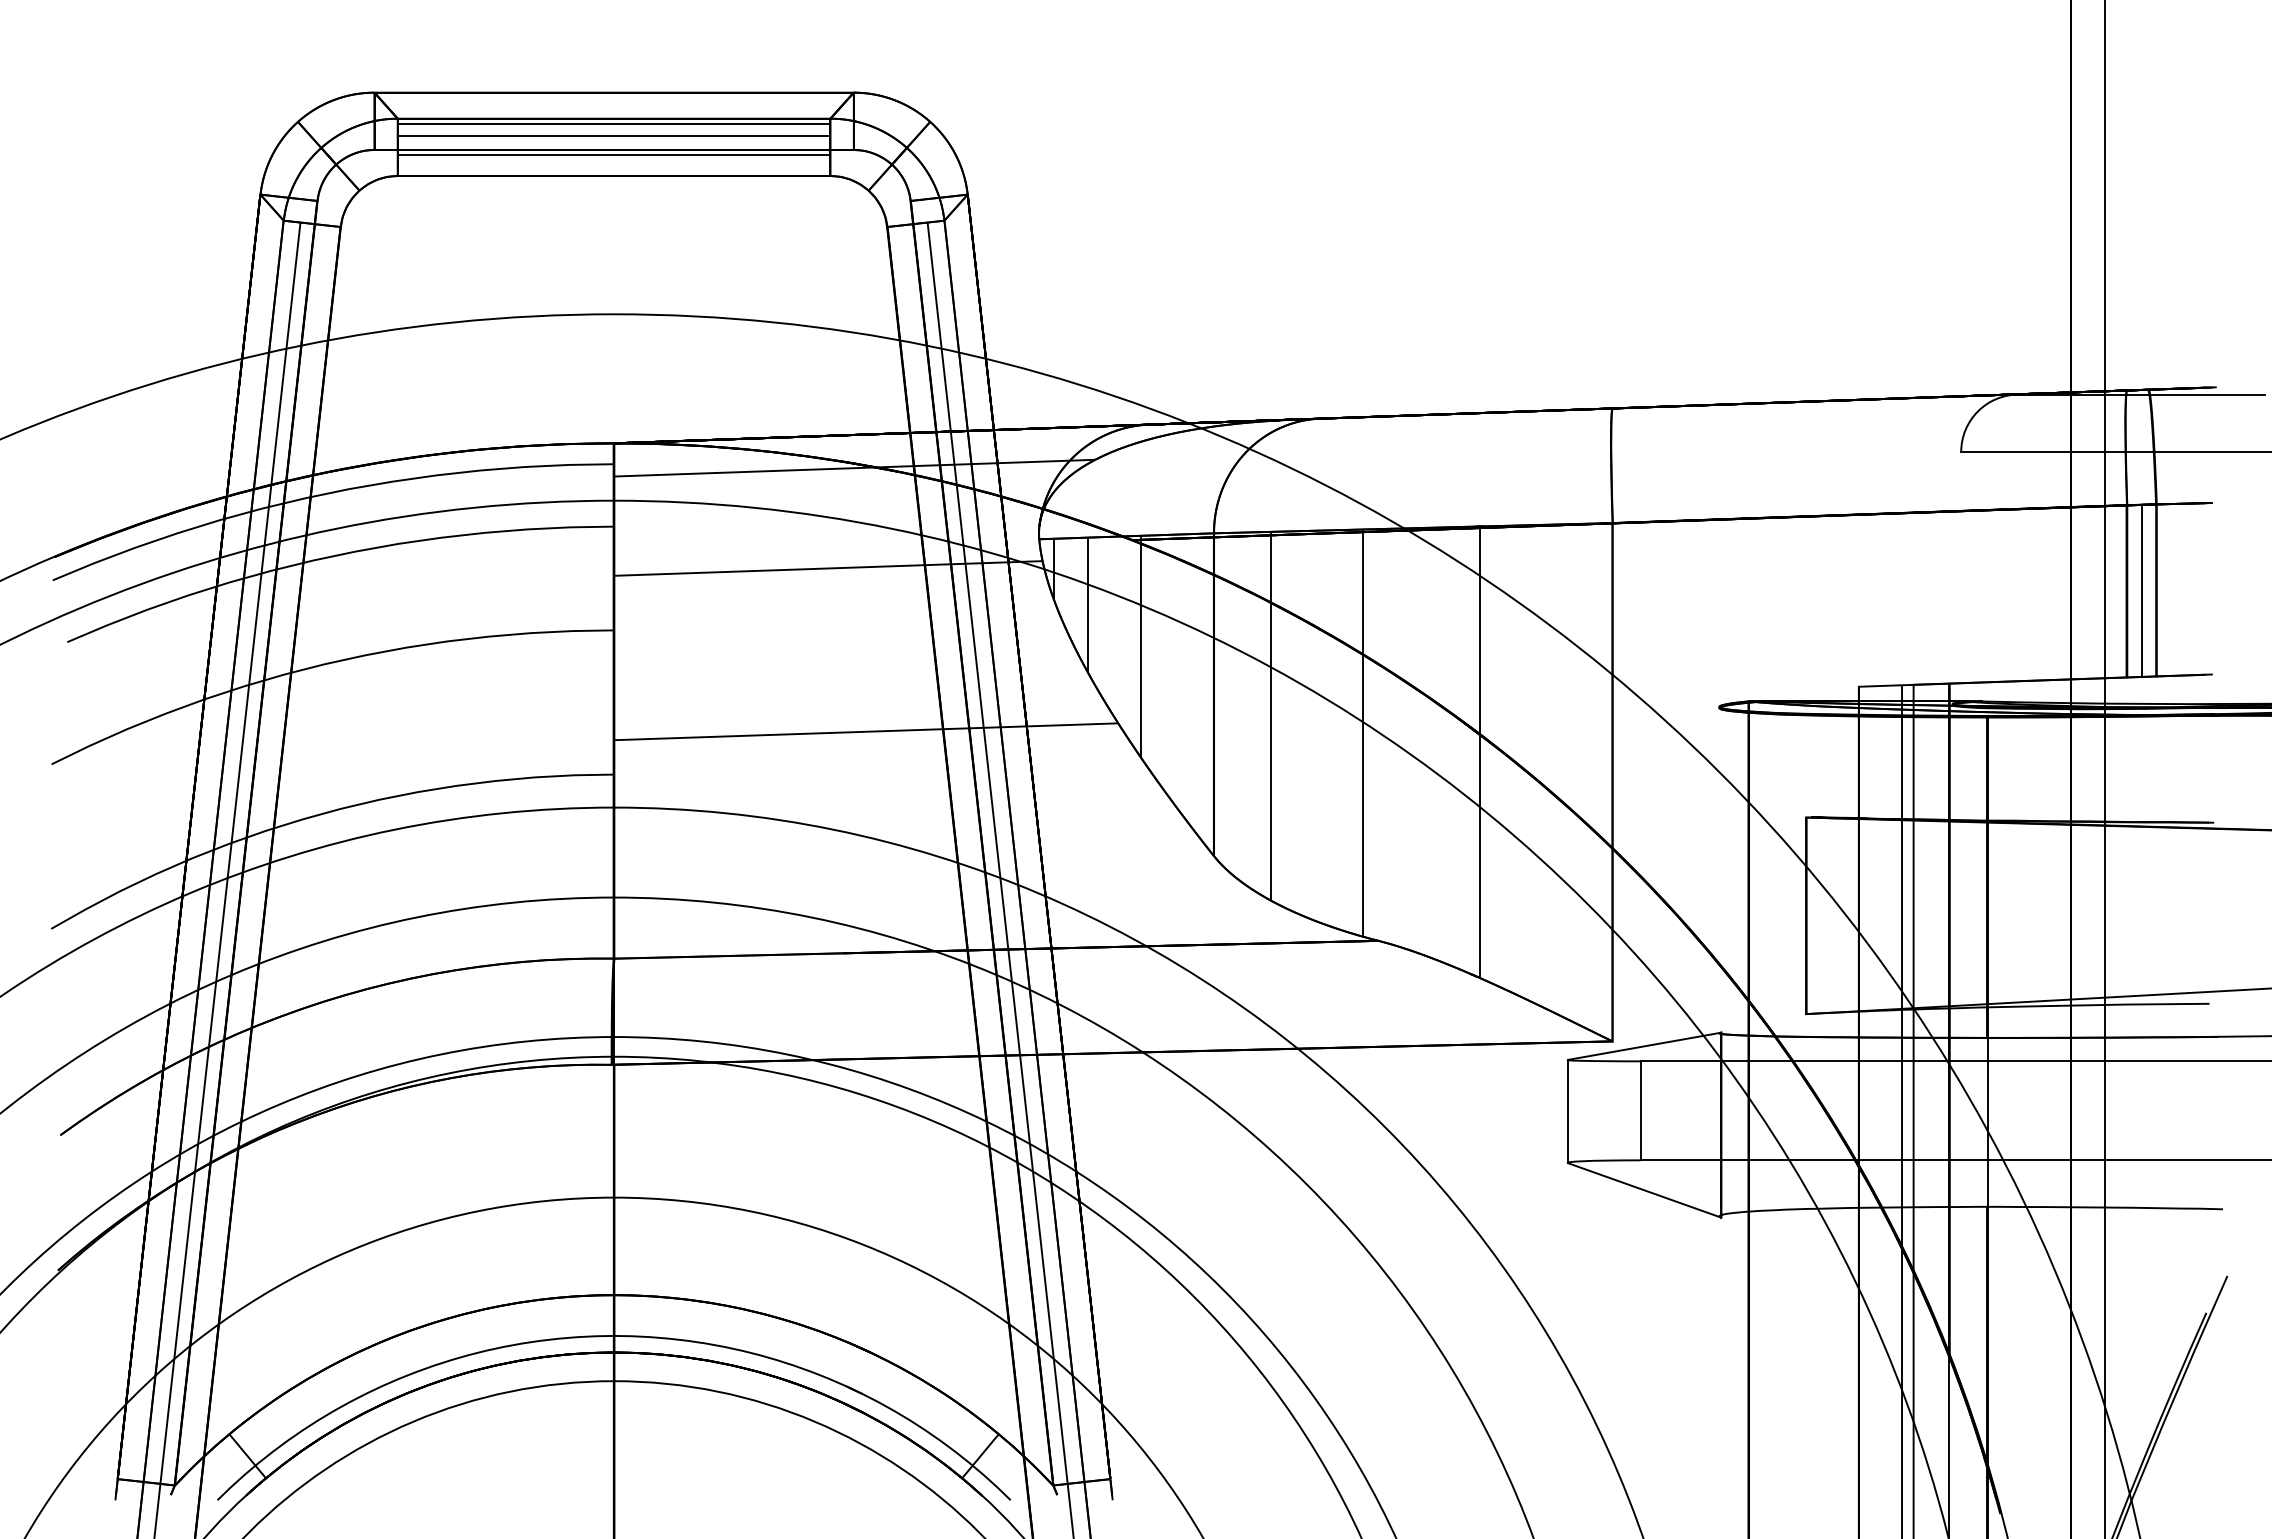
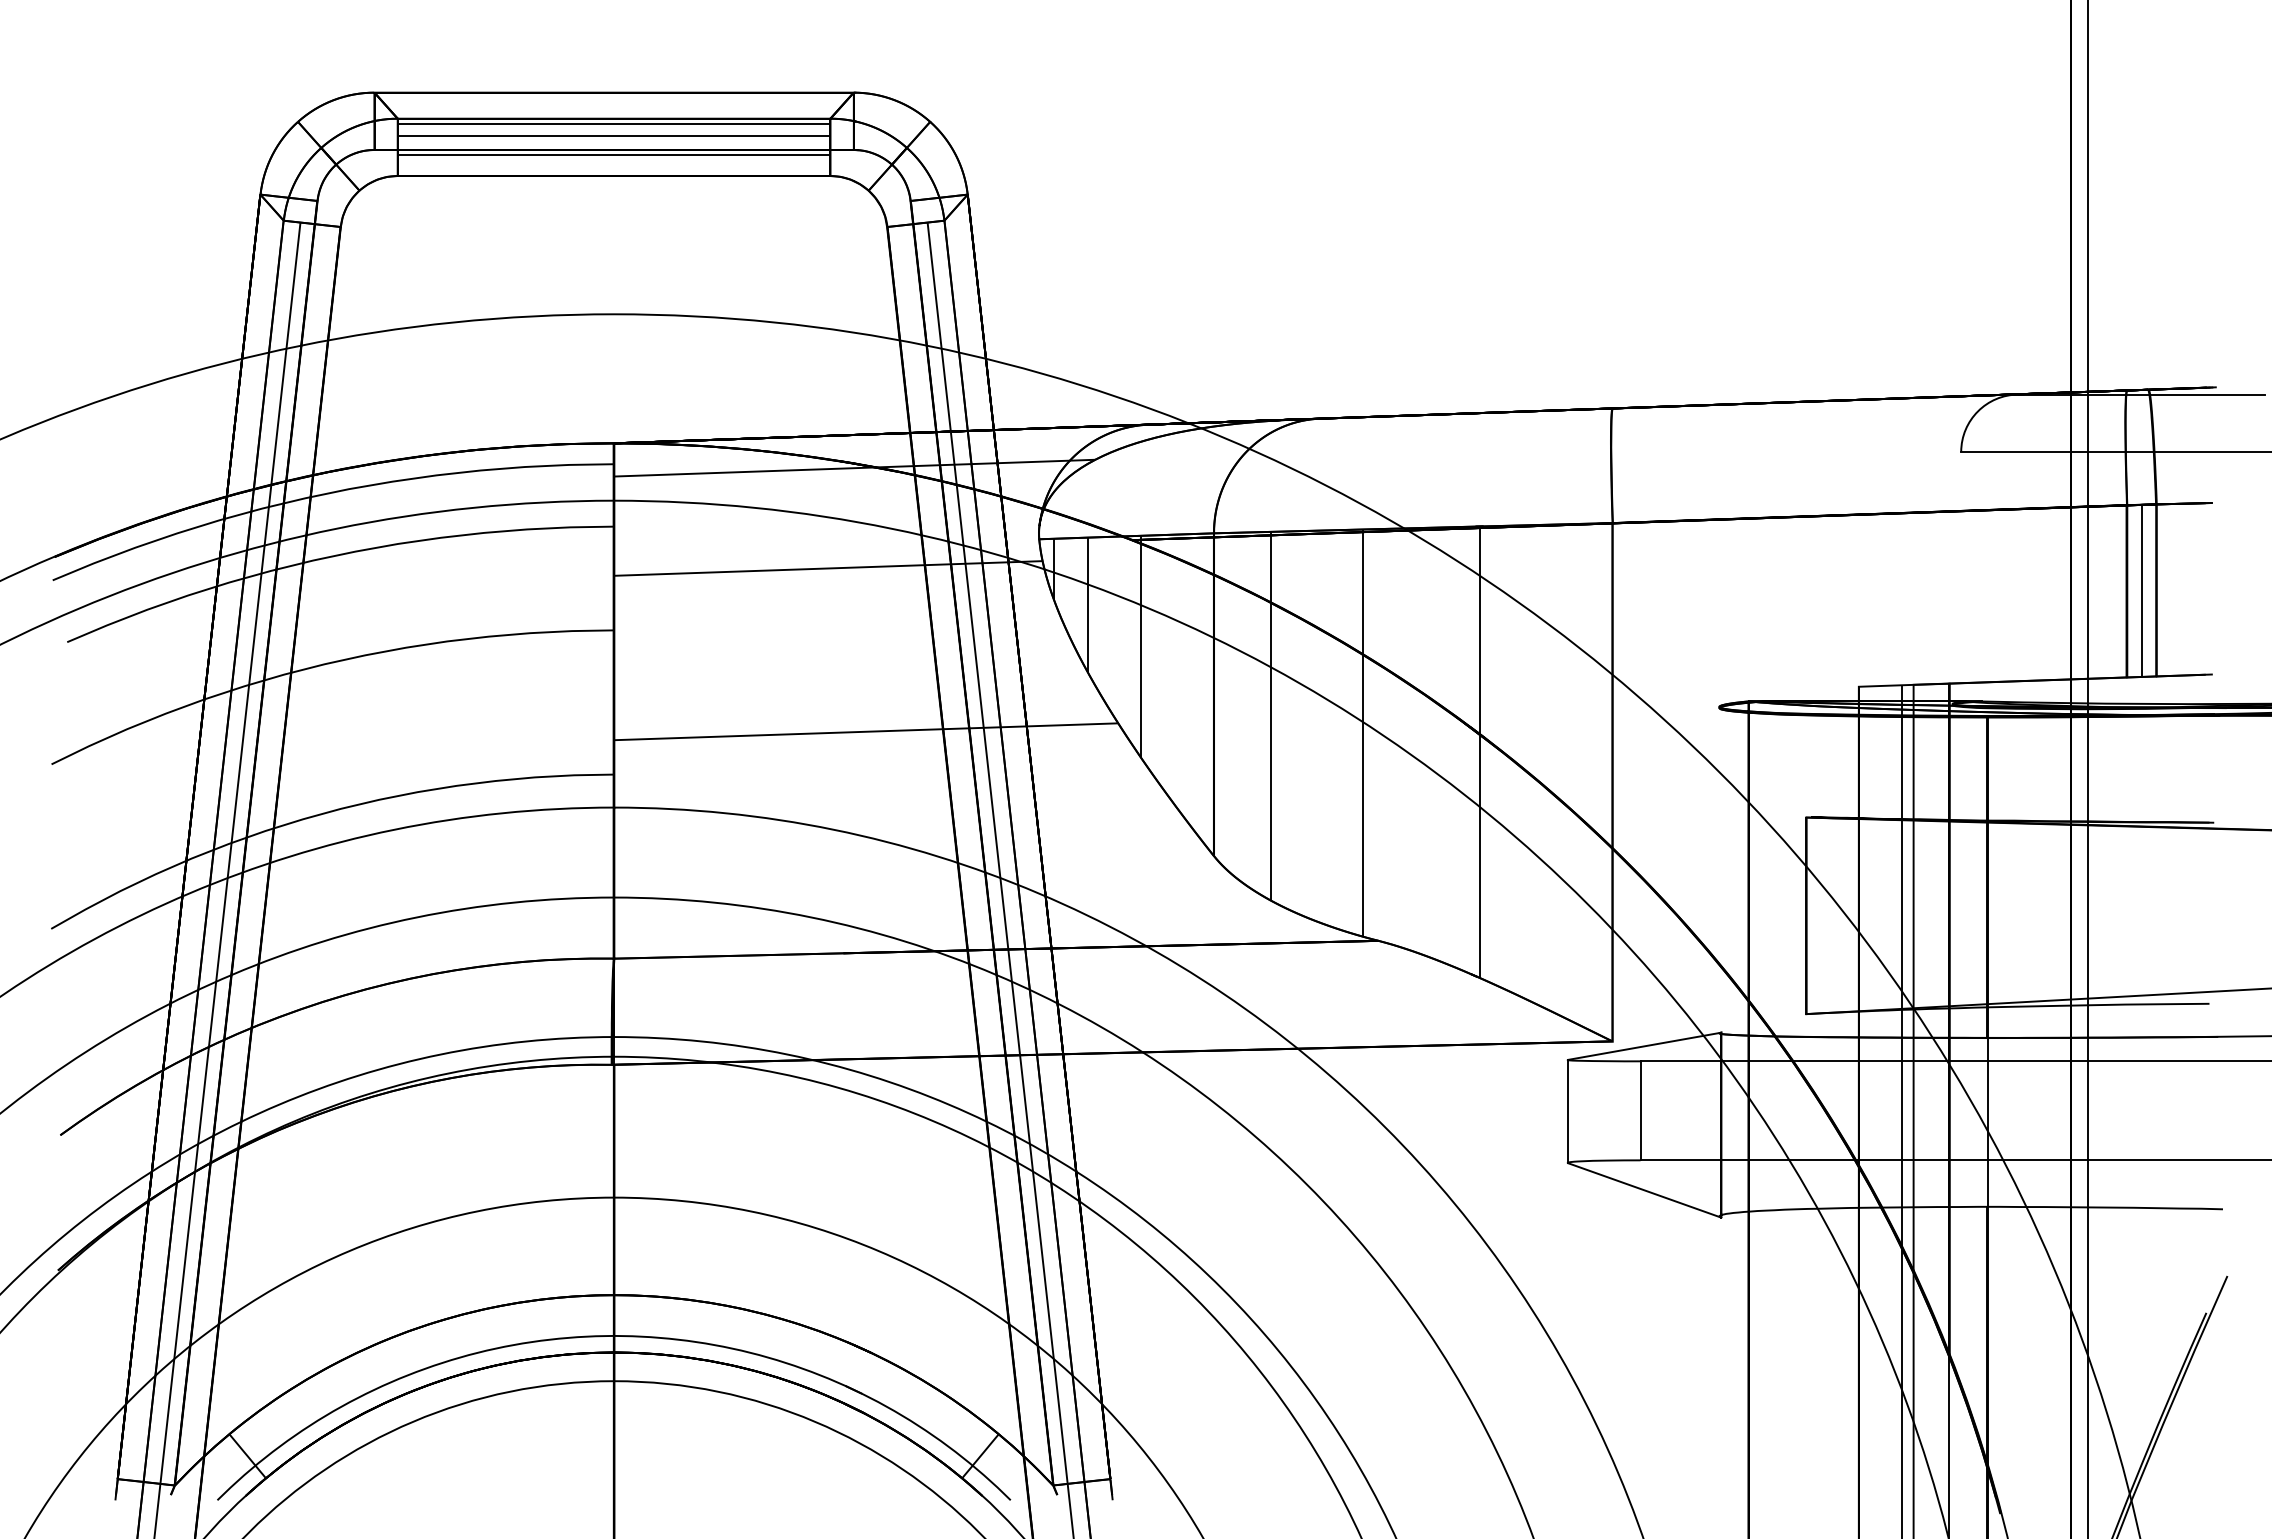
line at (2105, 768) position: (2105, 768) -> (2088, 768)
